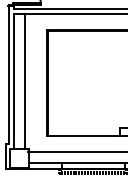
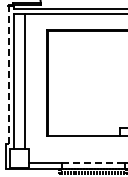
line at (8, 74): solid -> dashed
line at (76, 152): present -> none
line at (93, 163): solid -> dashed
